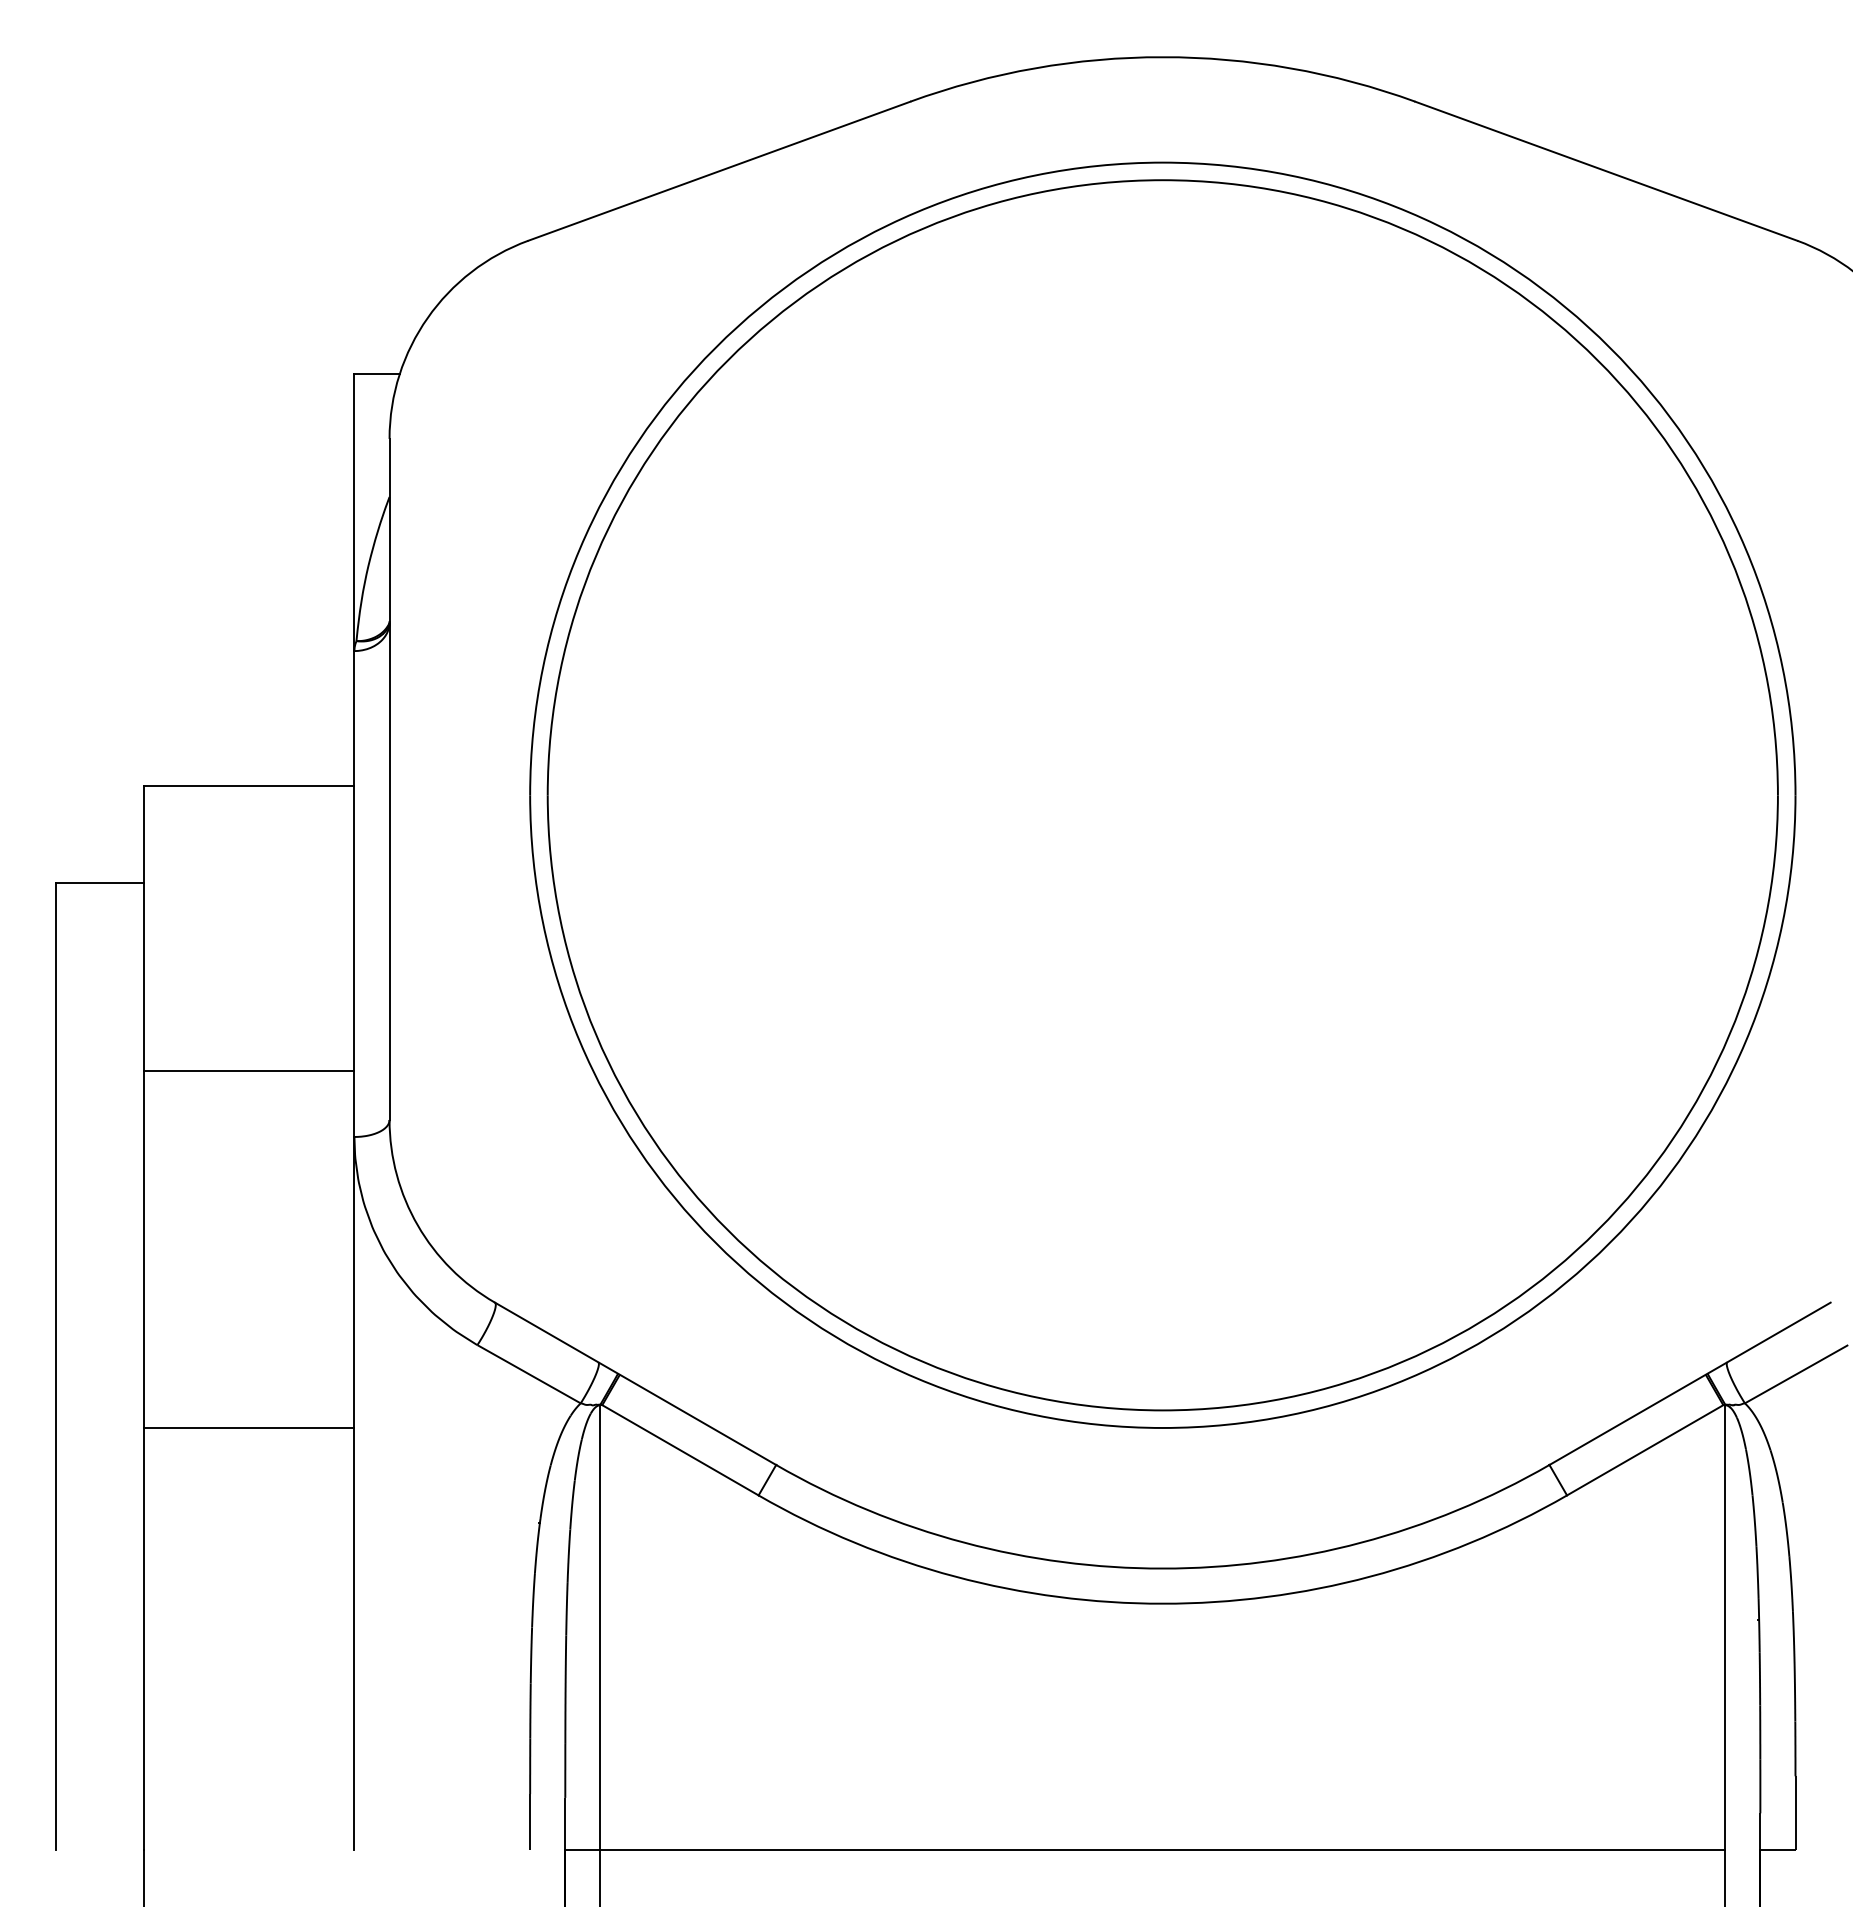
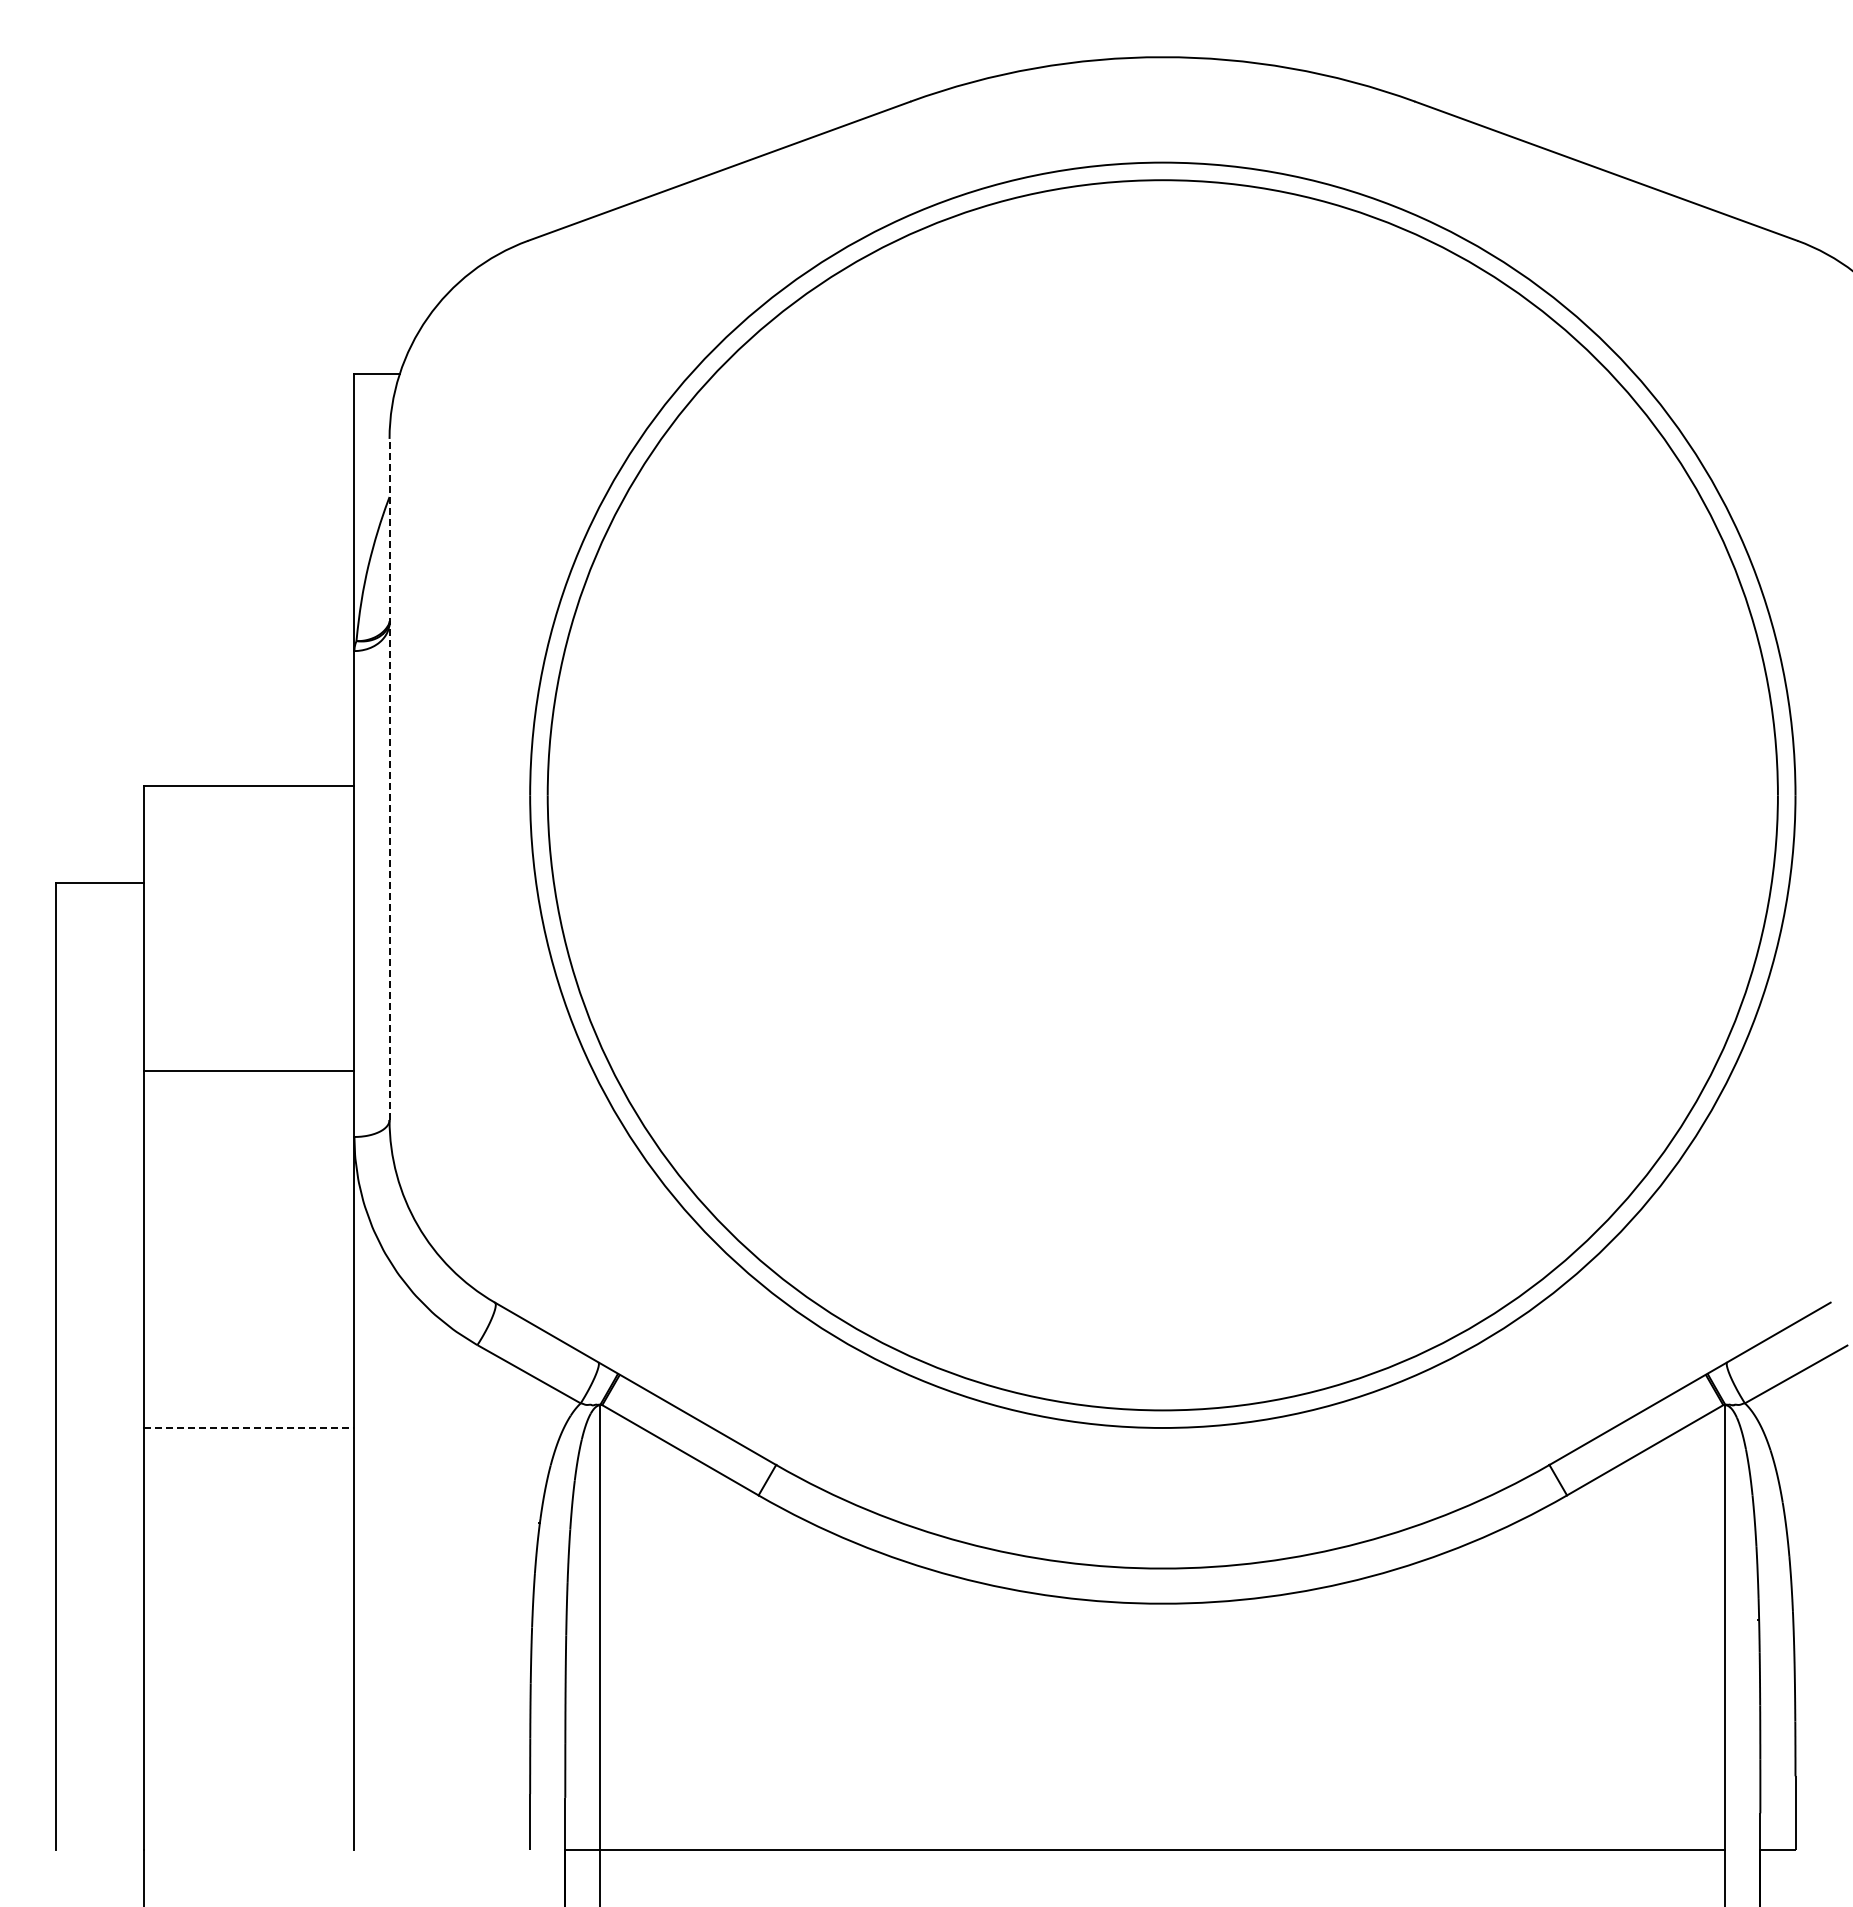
line at (389, 779): solid -> dashed
line at (249, 1427): solid -> dashed
